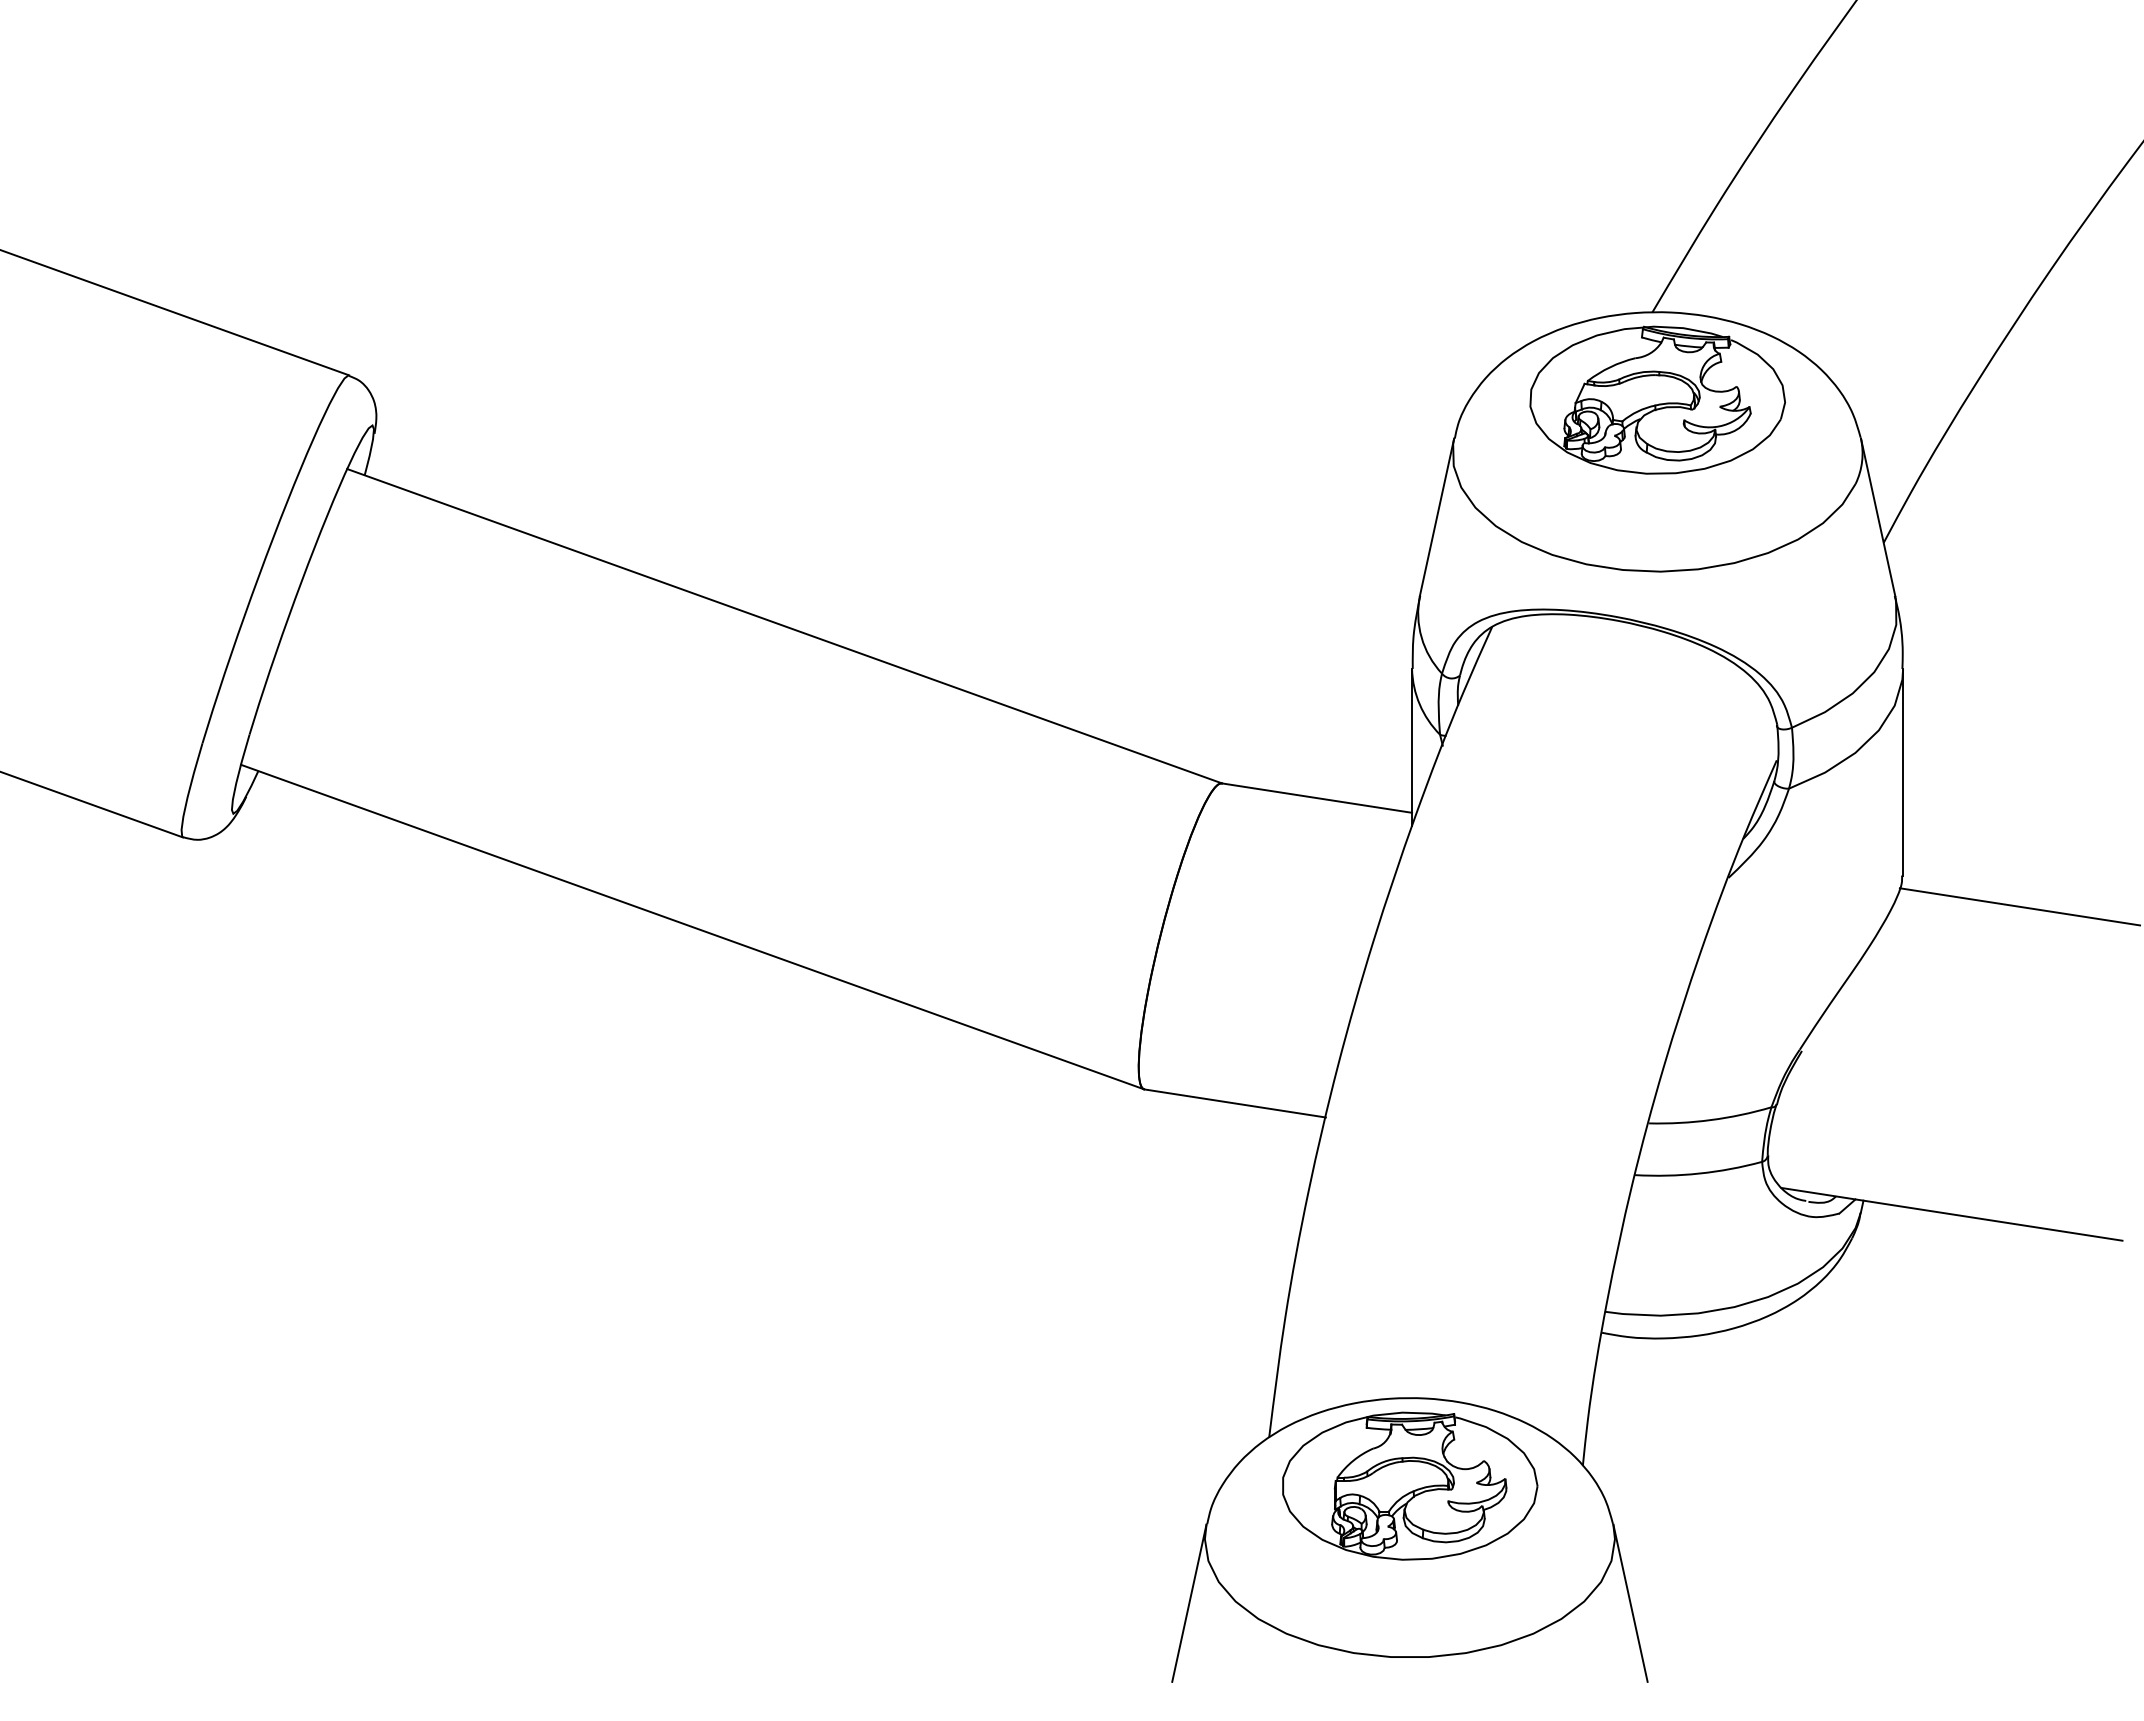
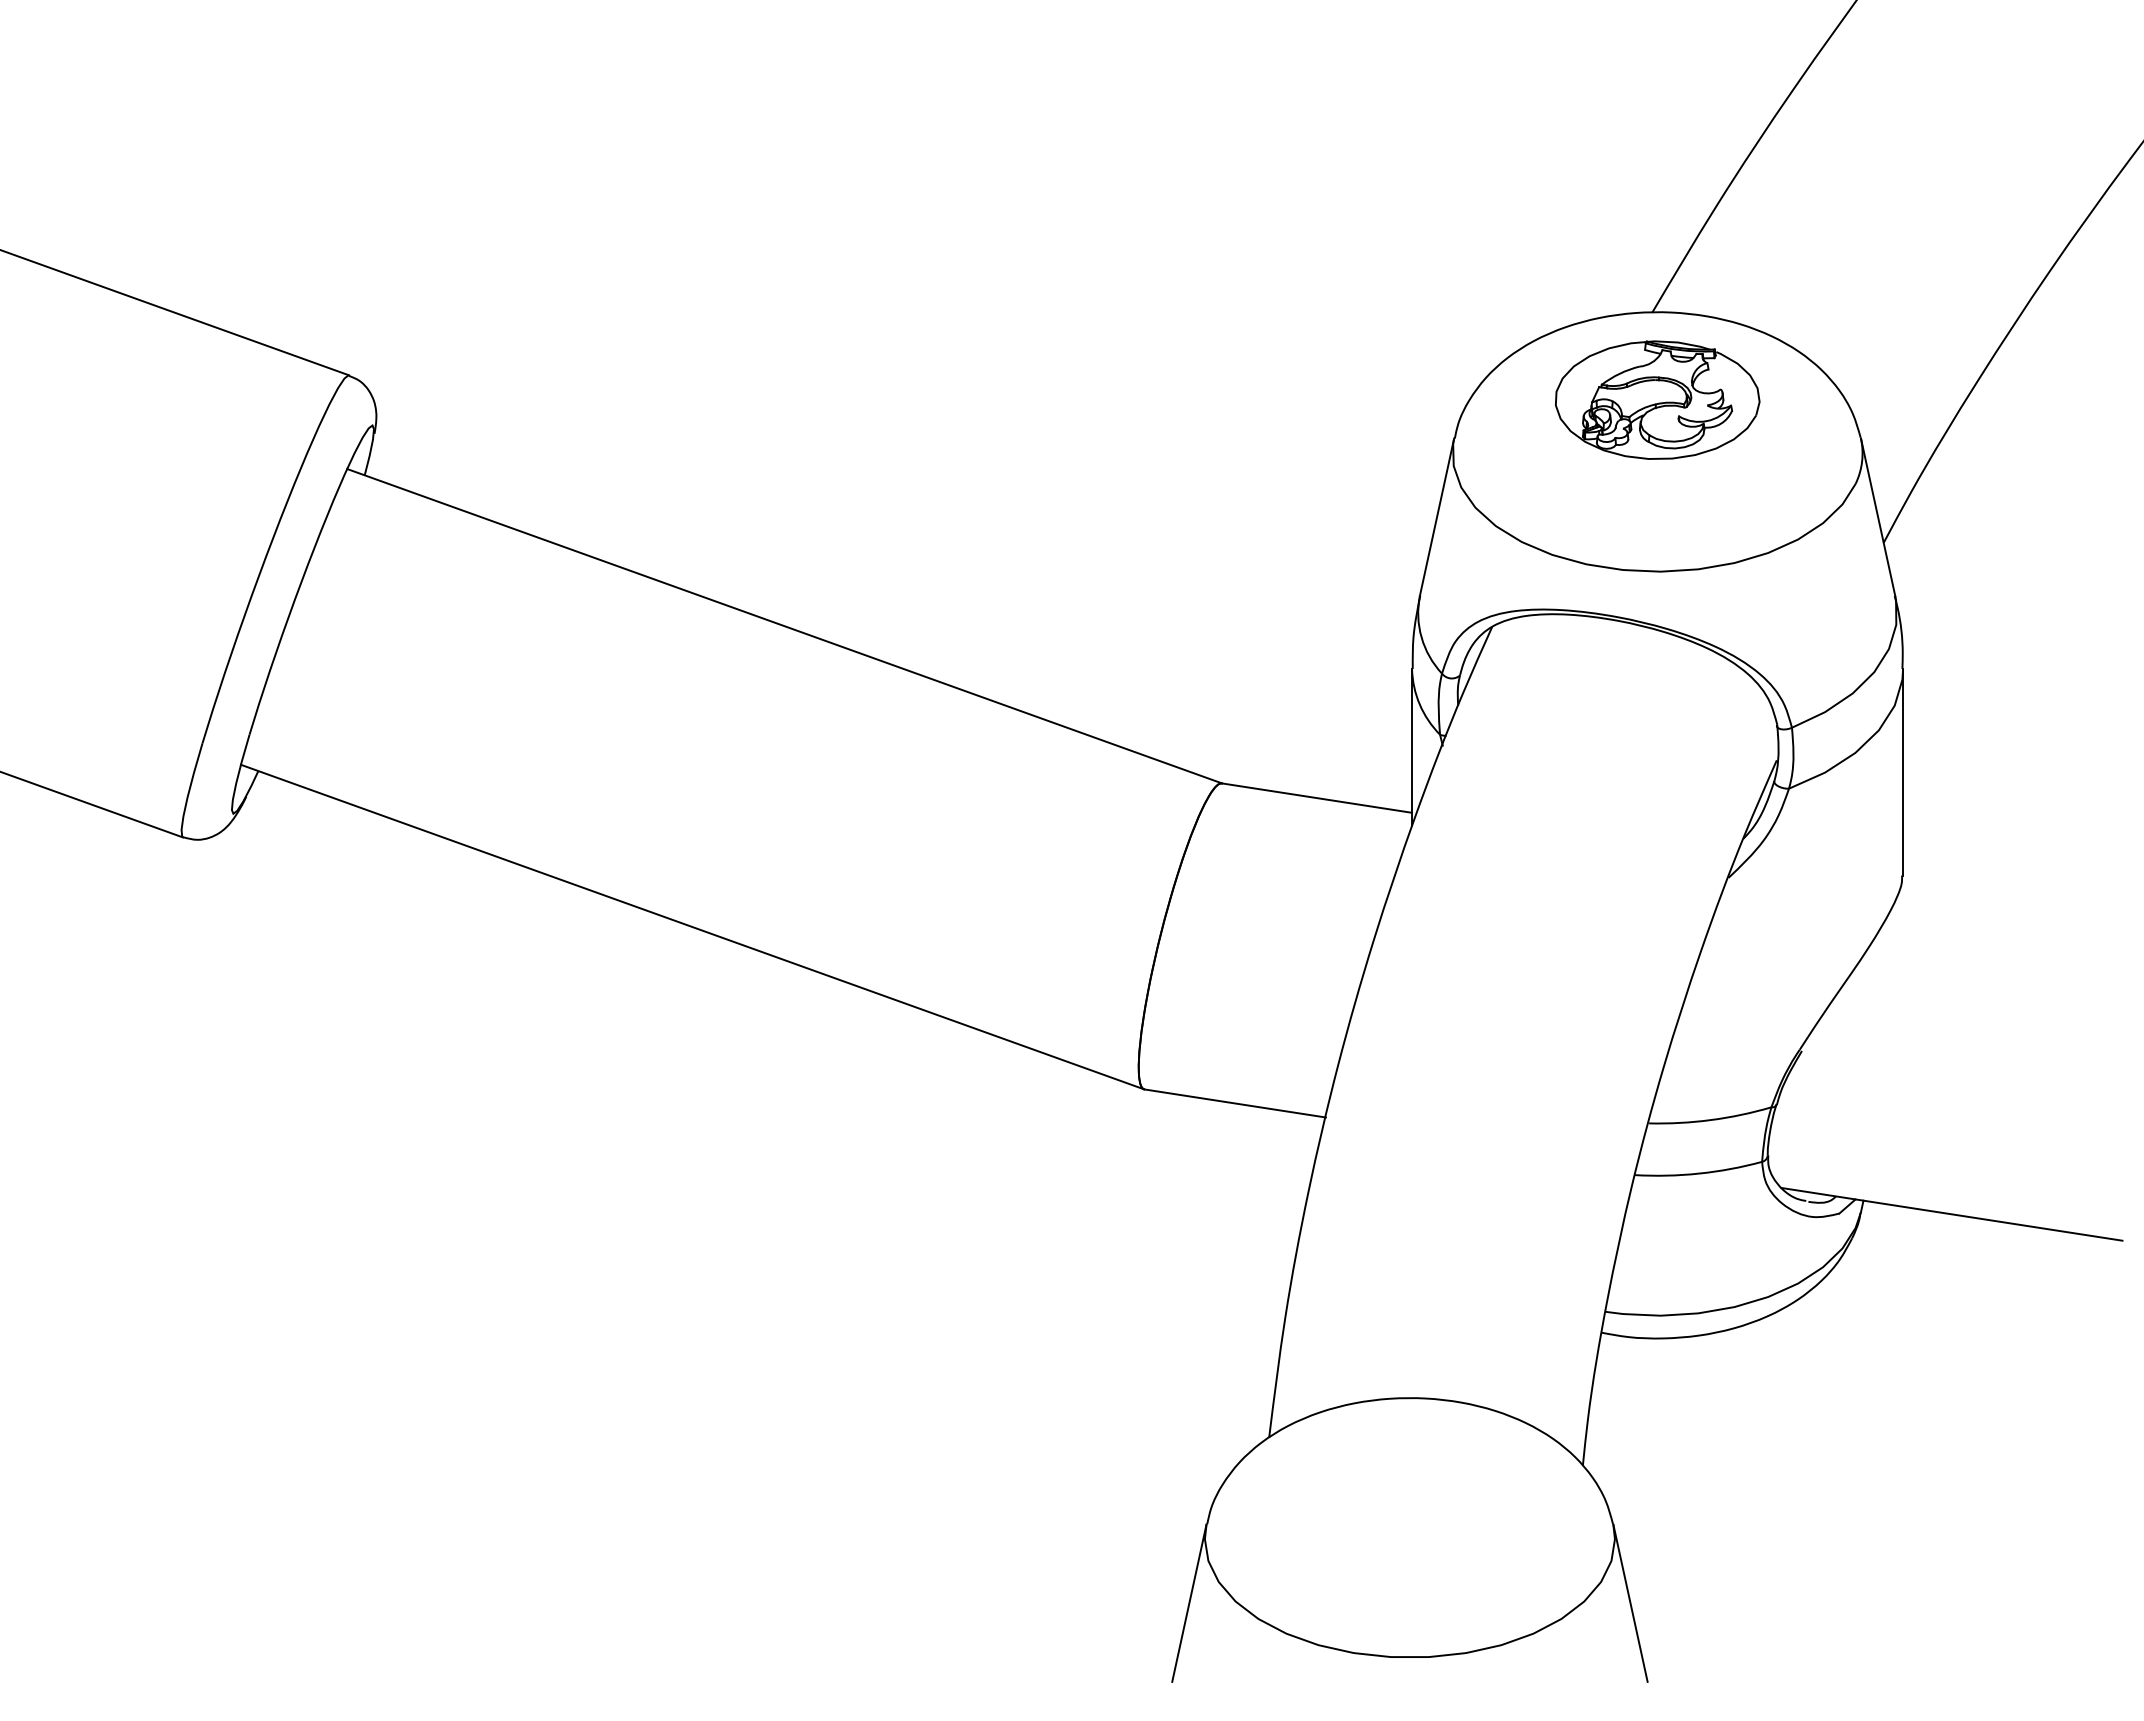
part at (1657, 399) size: 257x150 px -> 206x120 px
line at (2019, 906): present -> none
part at (1410, 1485): present -> none
